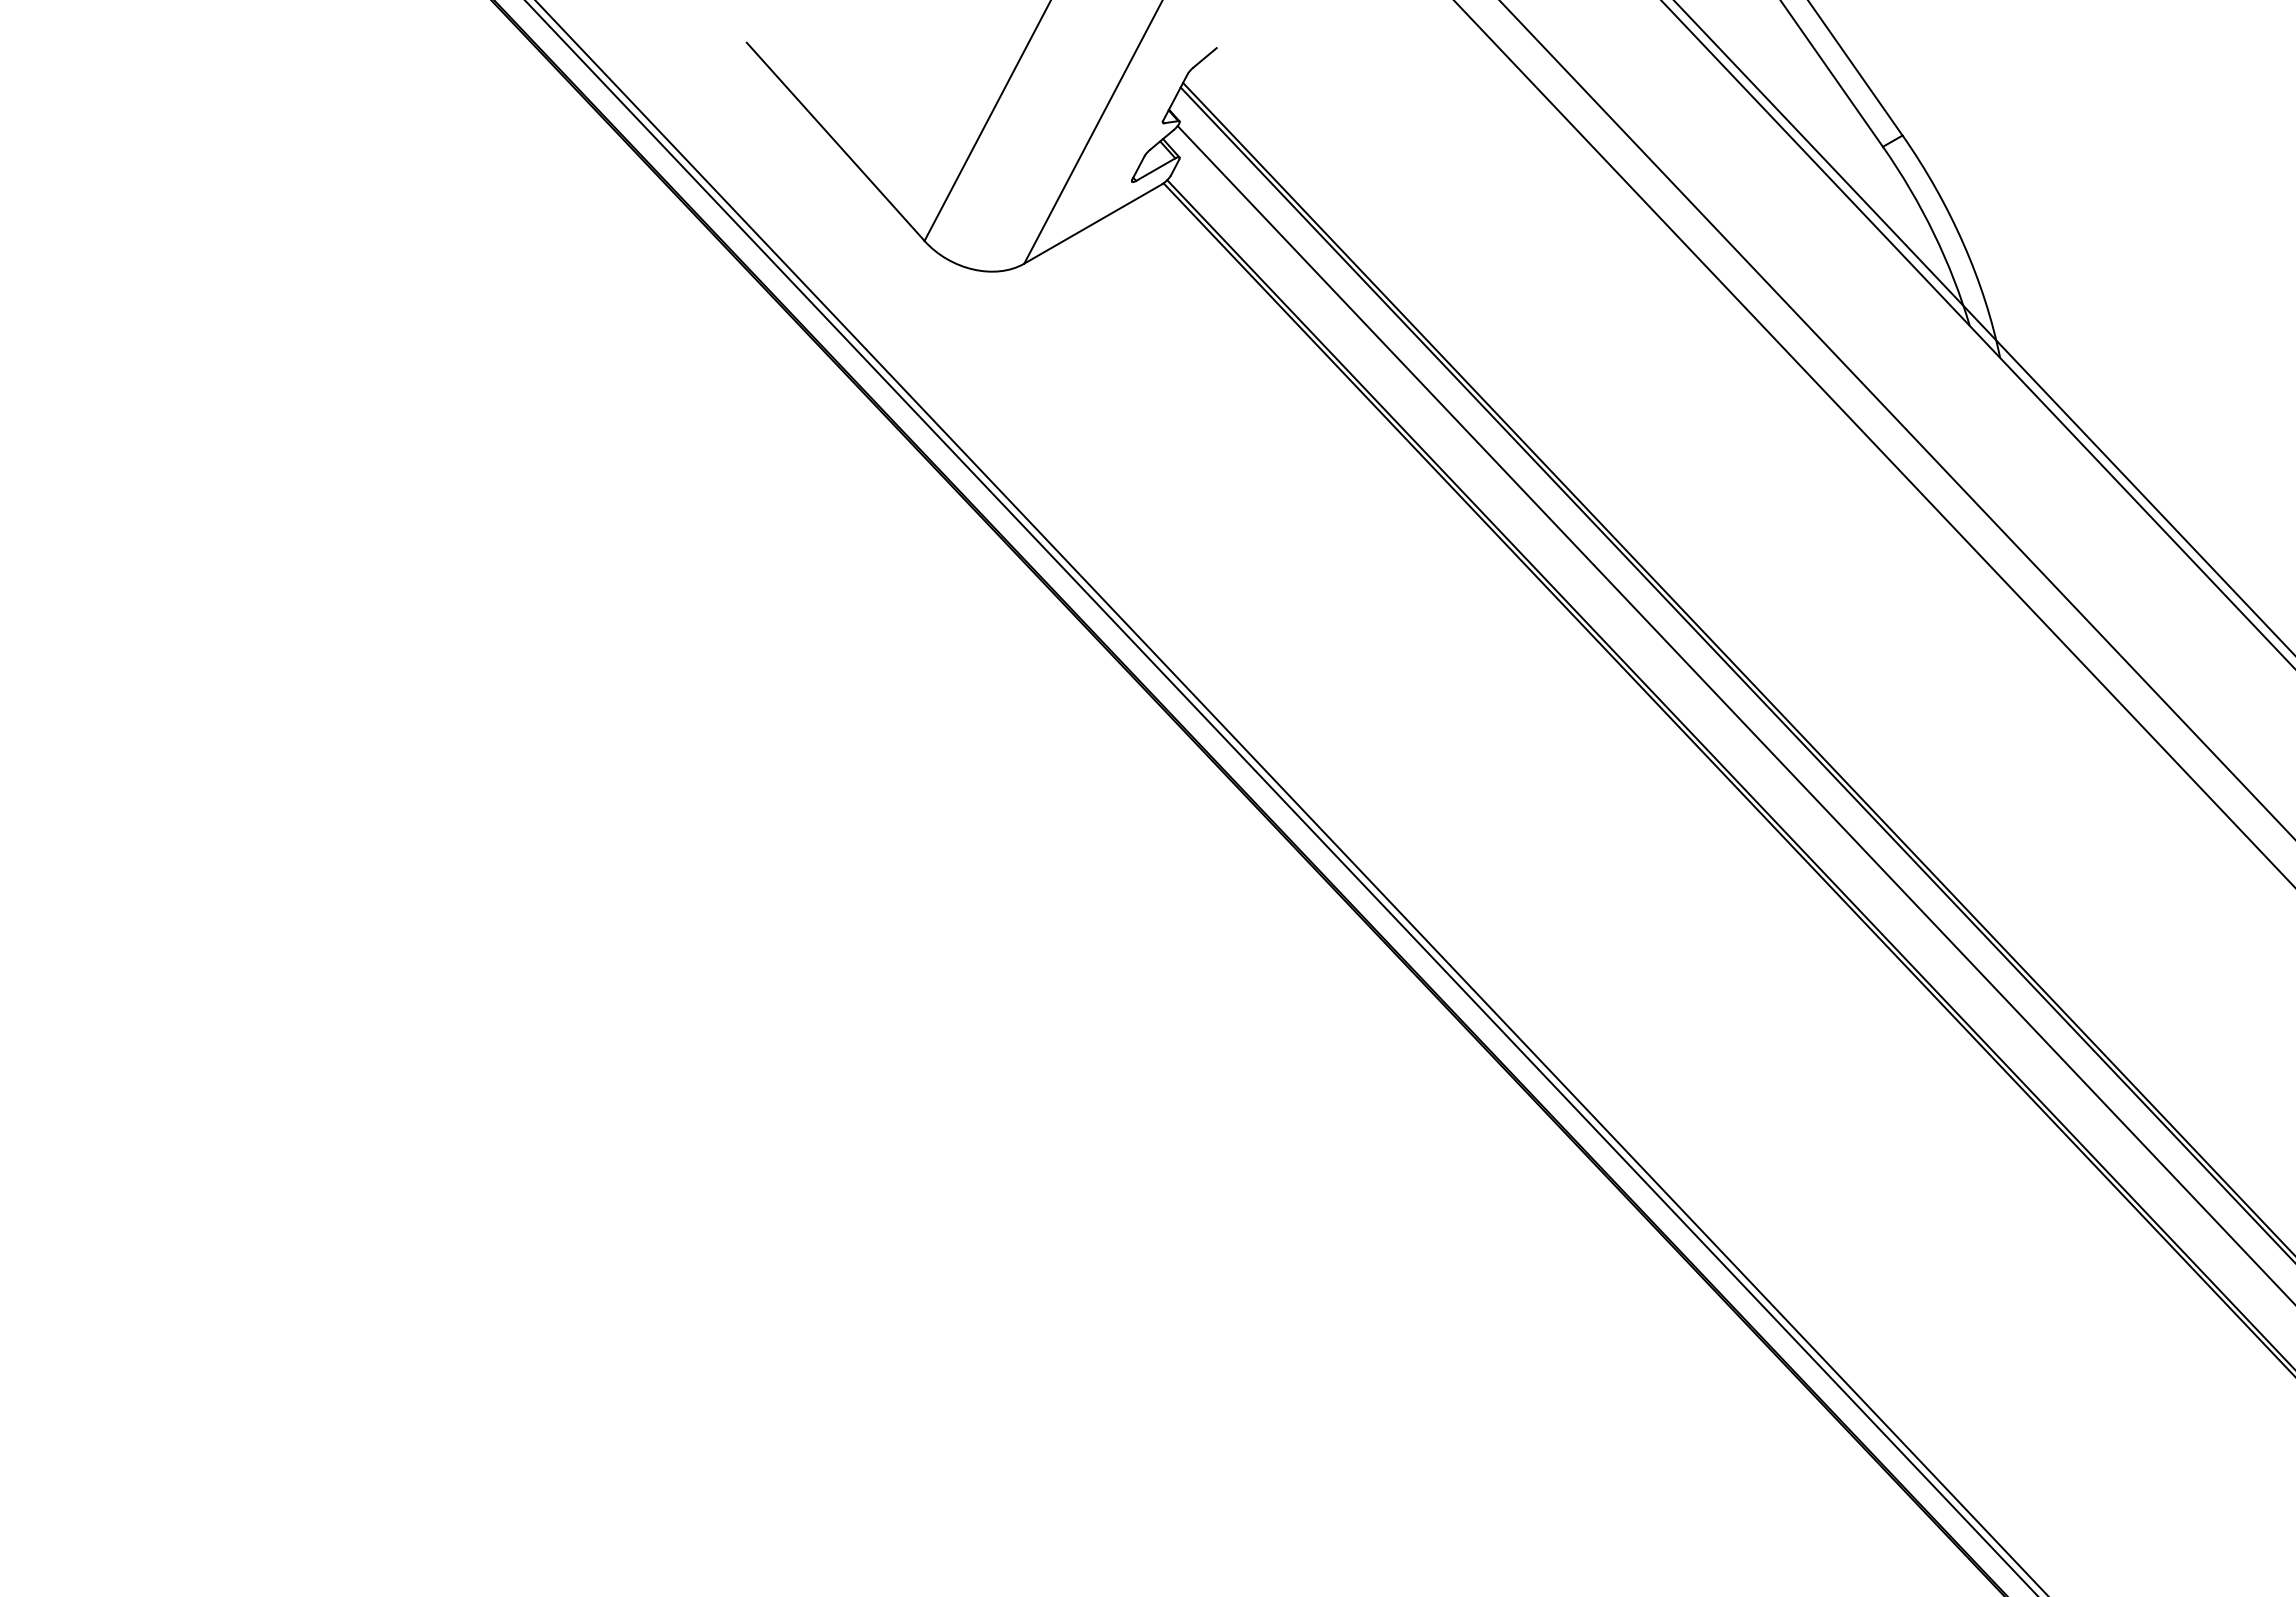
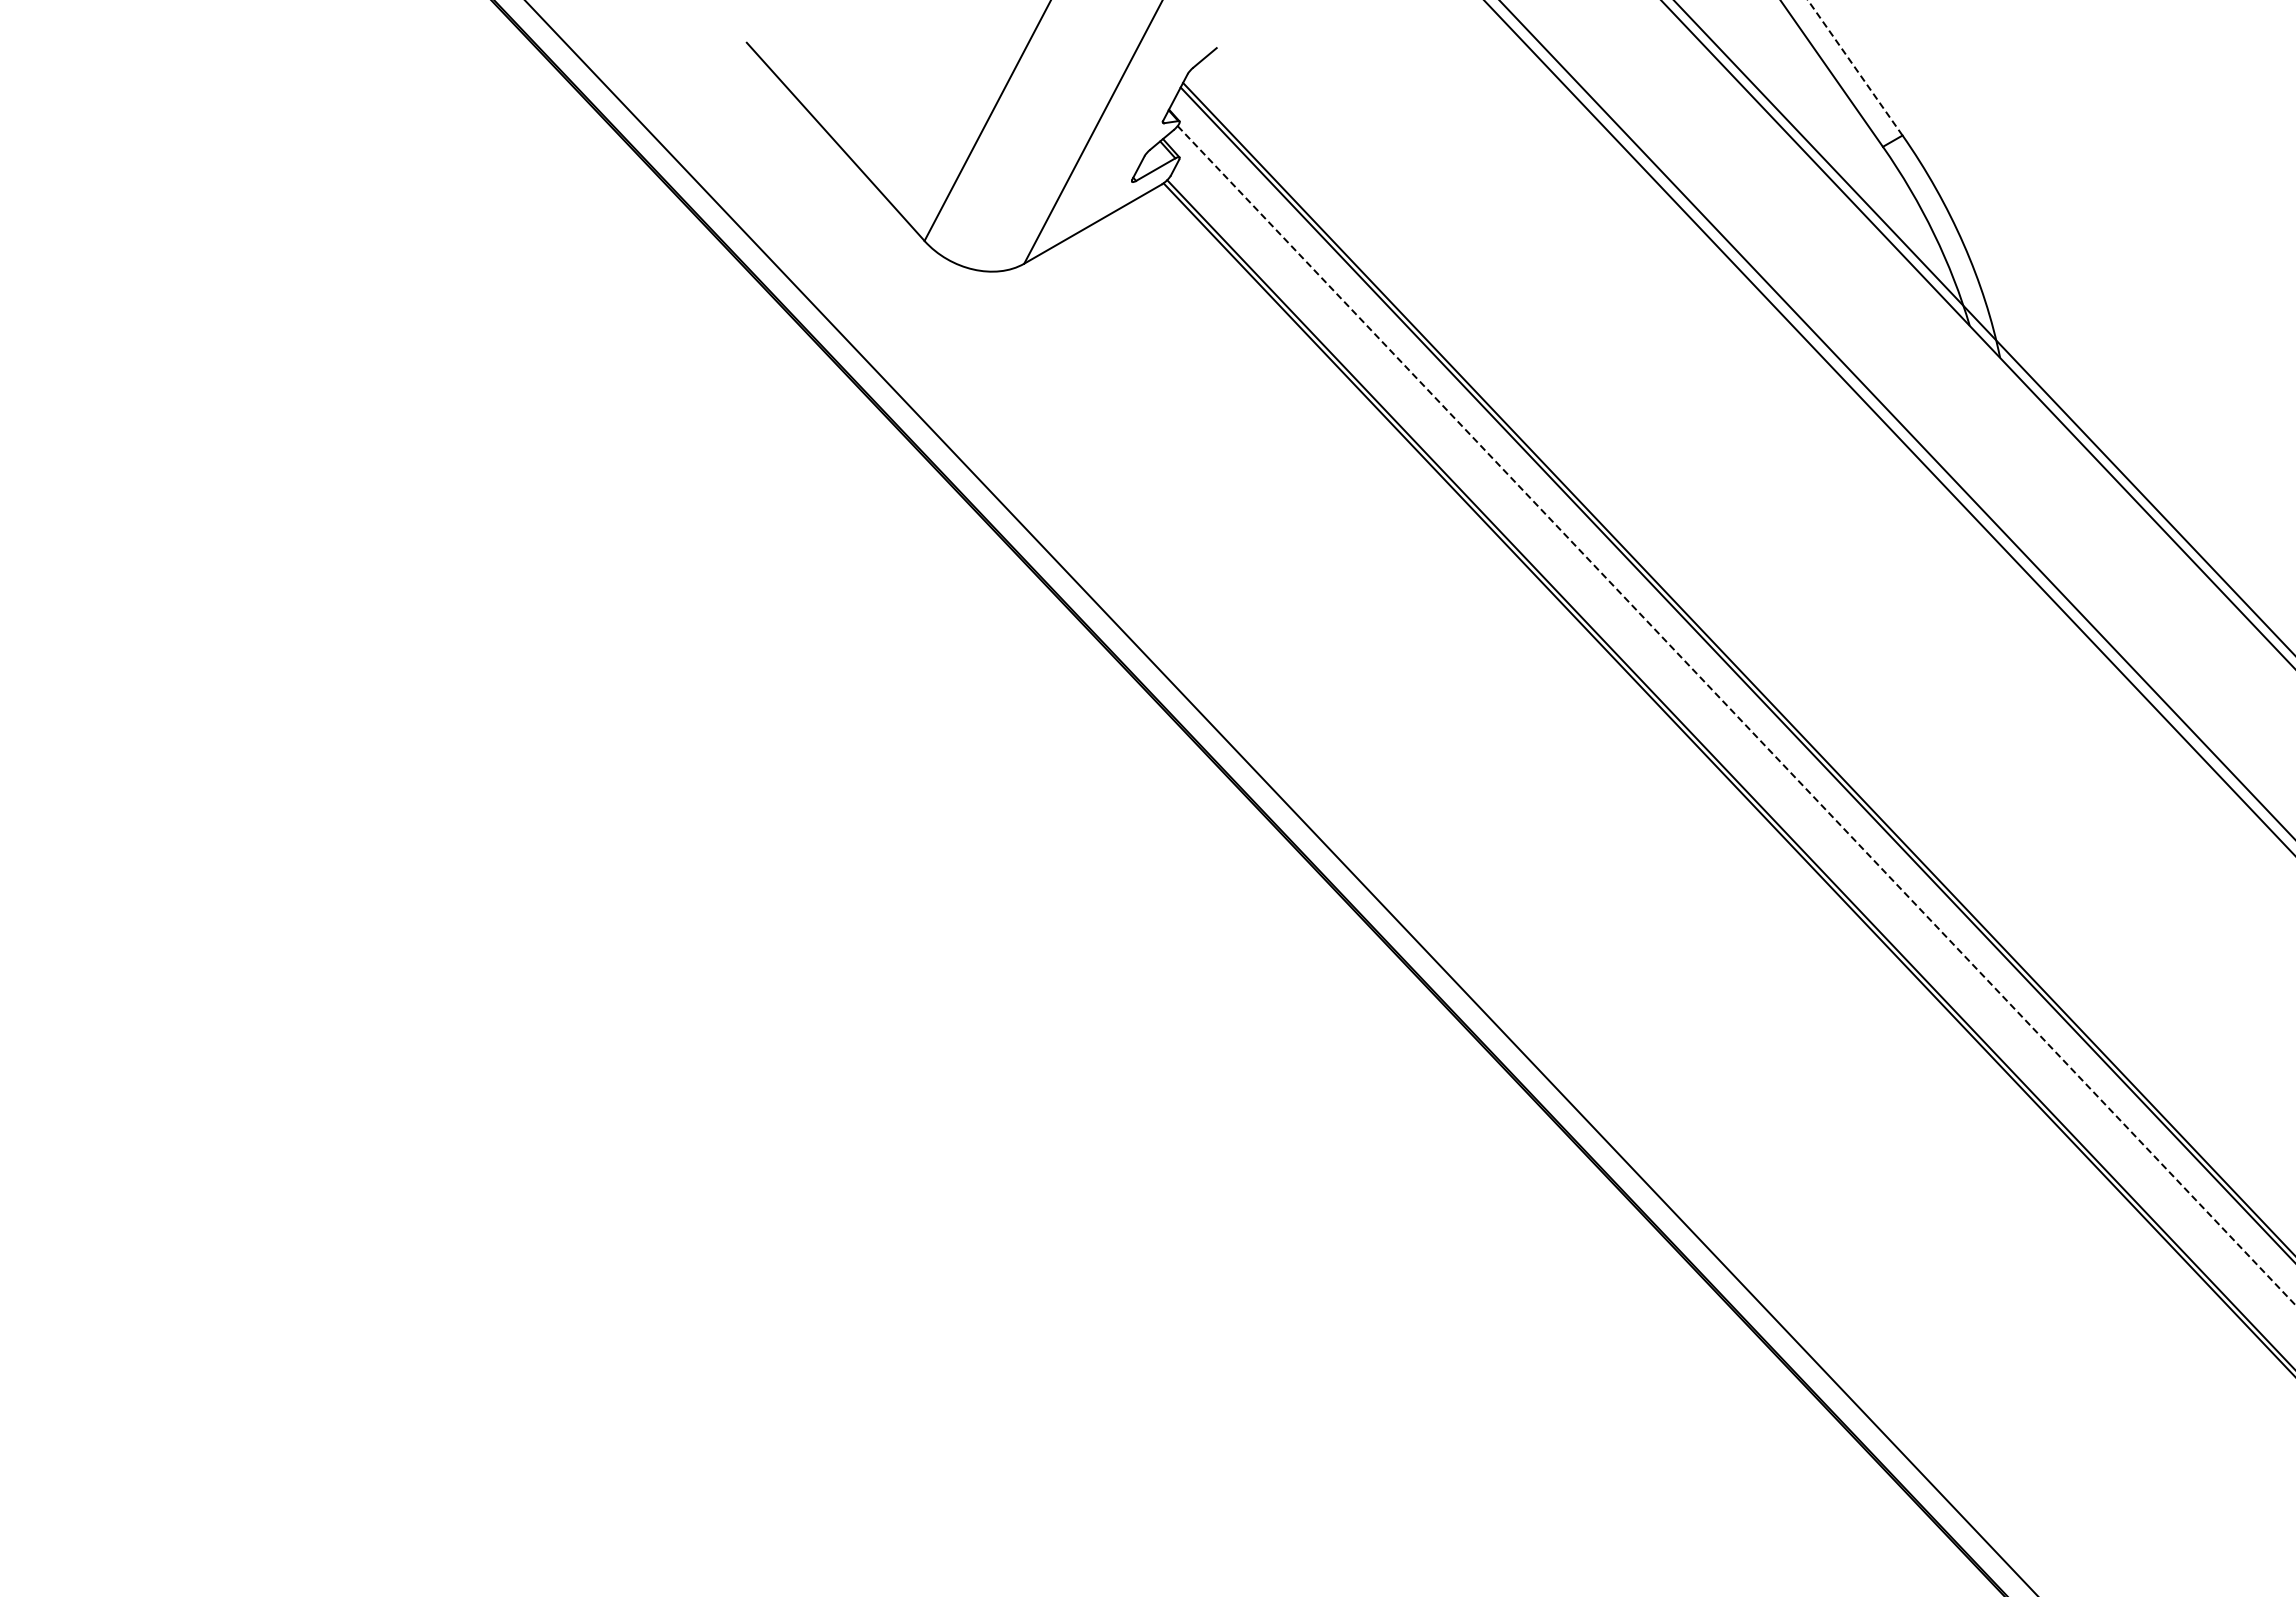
line at (1855, 67): solid -> dashed
line at (1873, 443) position: (1873, 443) -> (1888, 427)
line at (1737, 716): solid -> dashed
line at (1291, 797): present -> none
